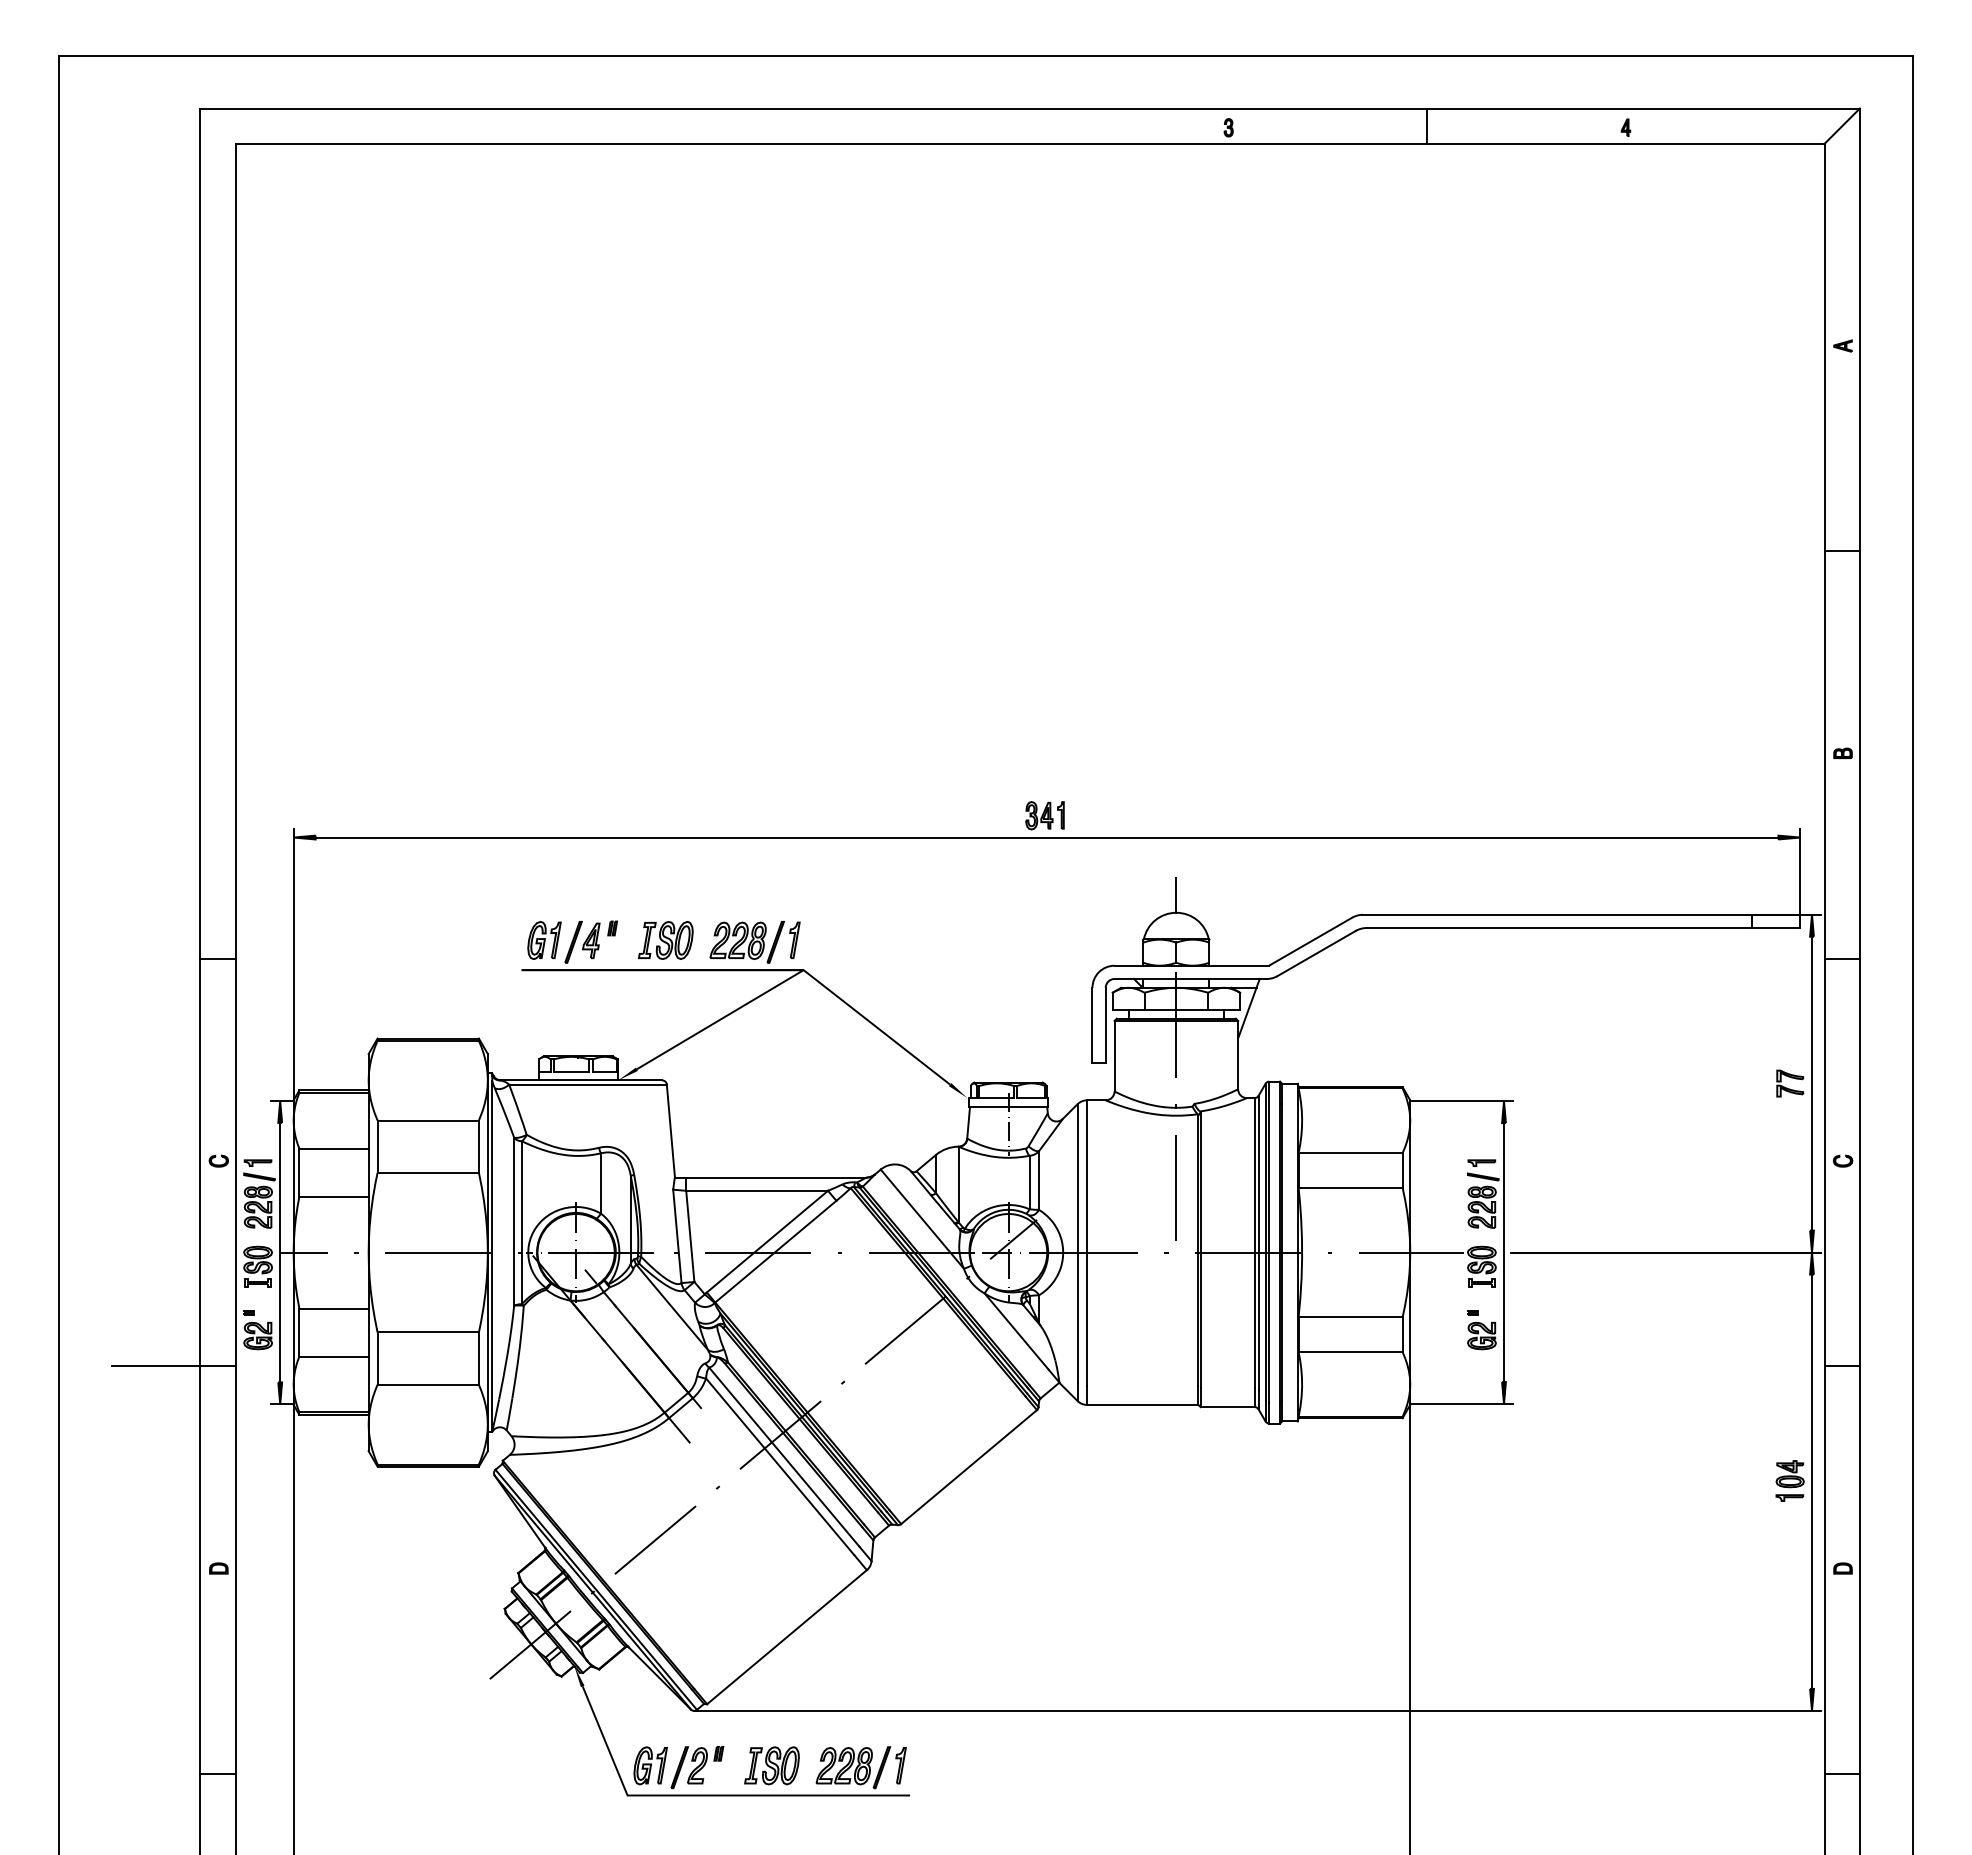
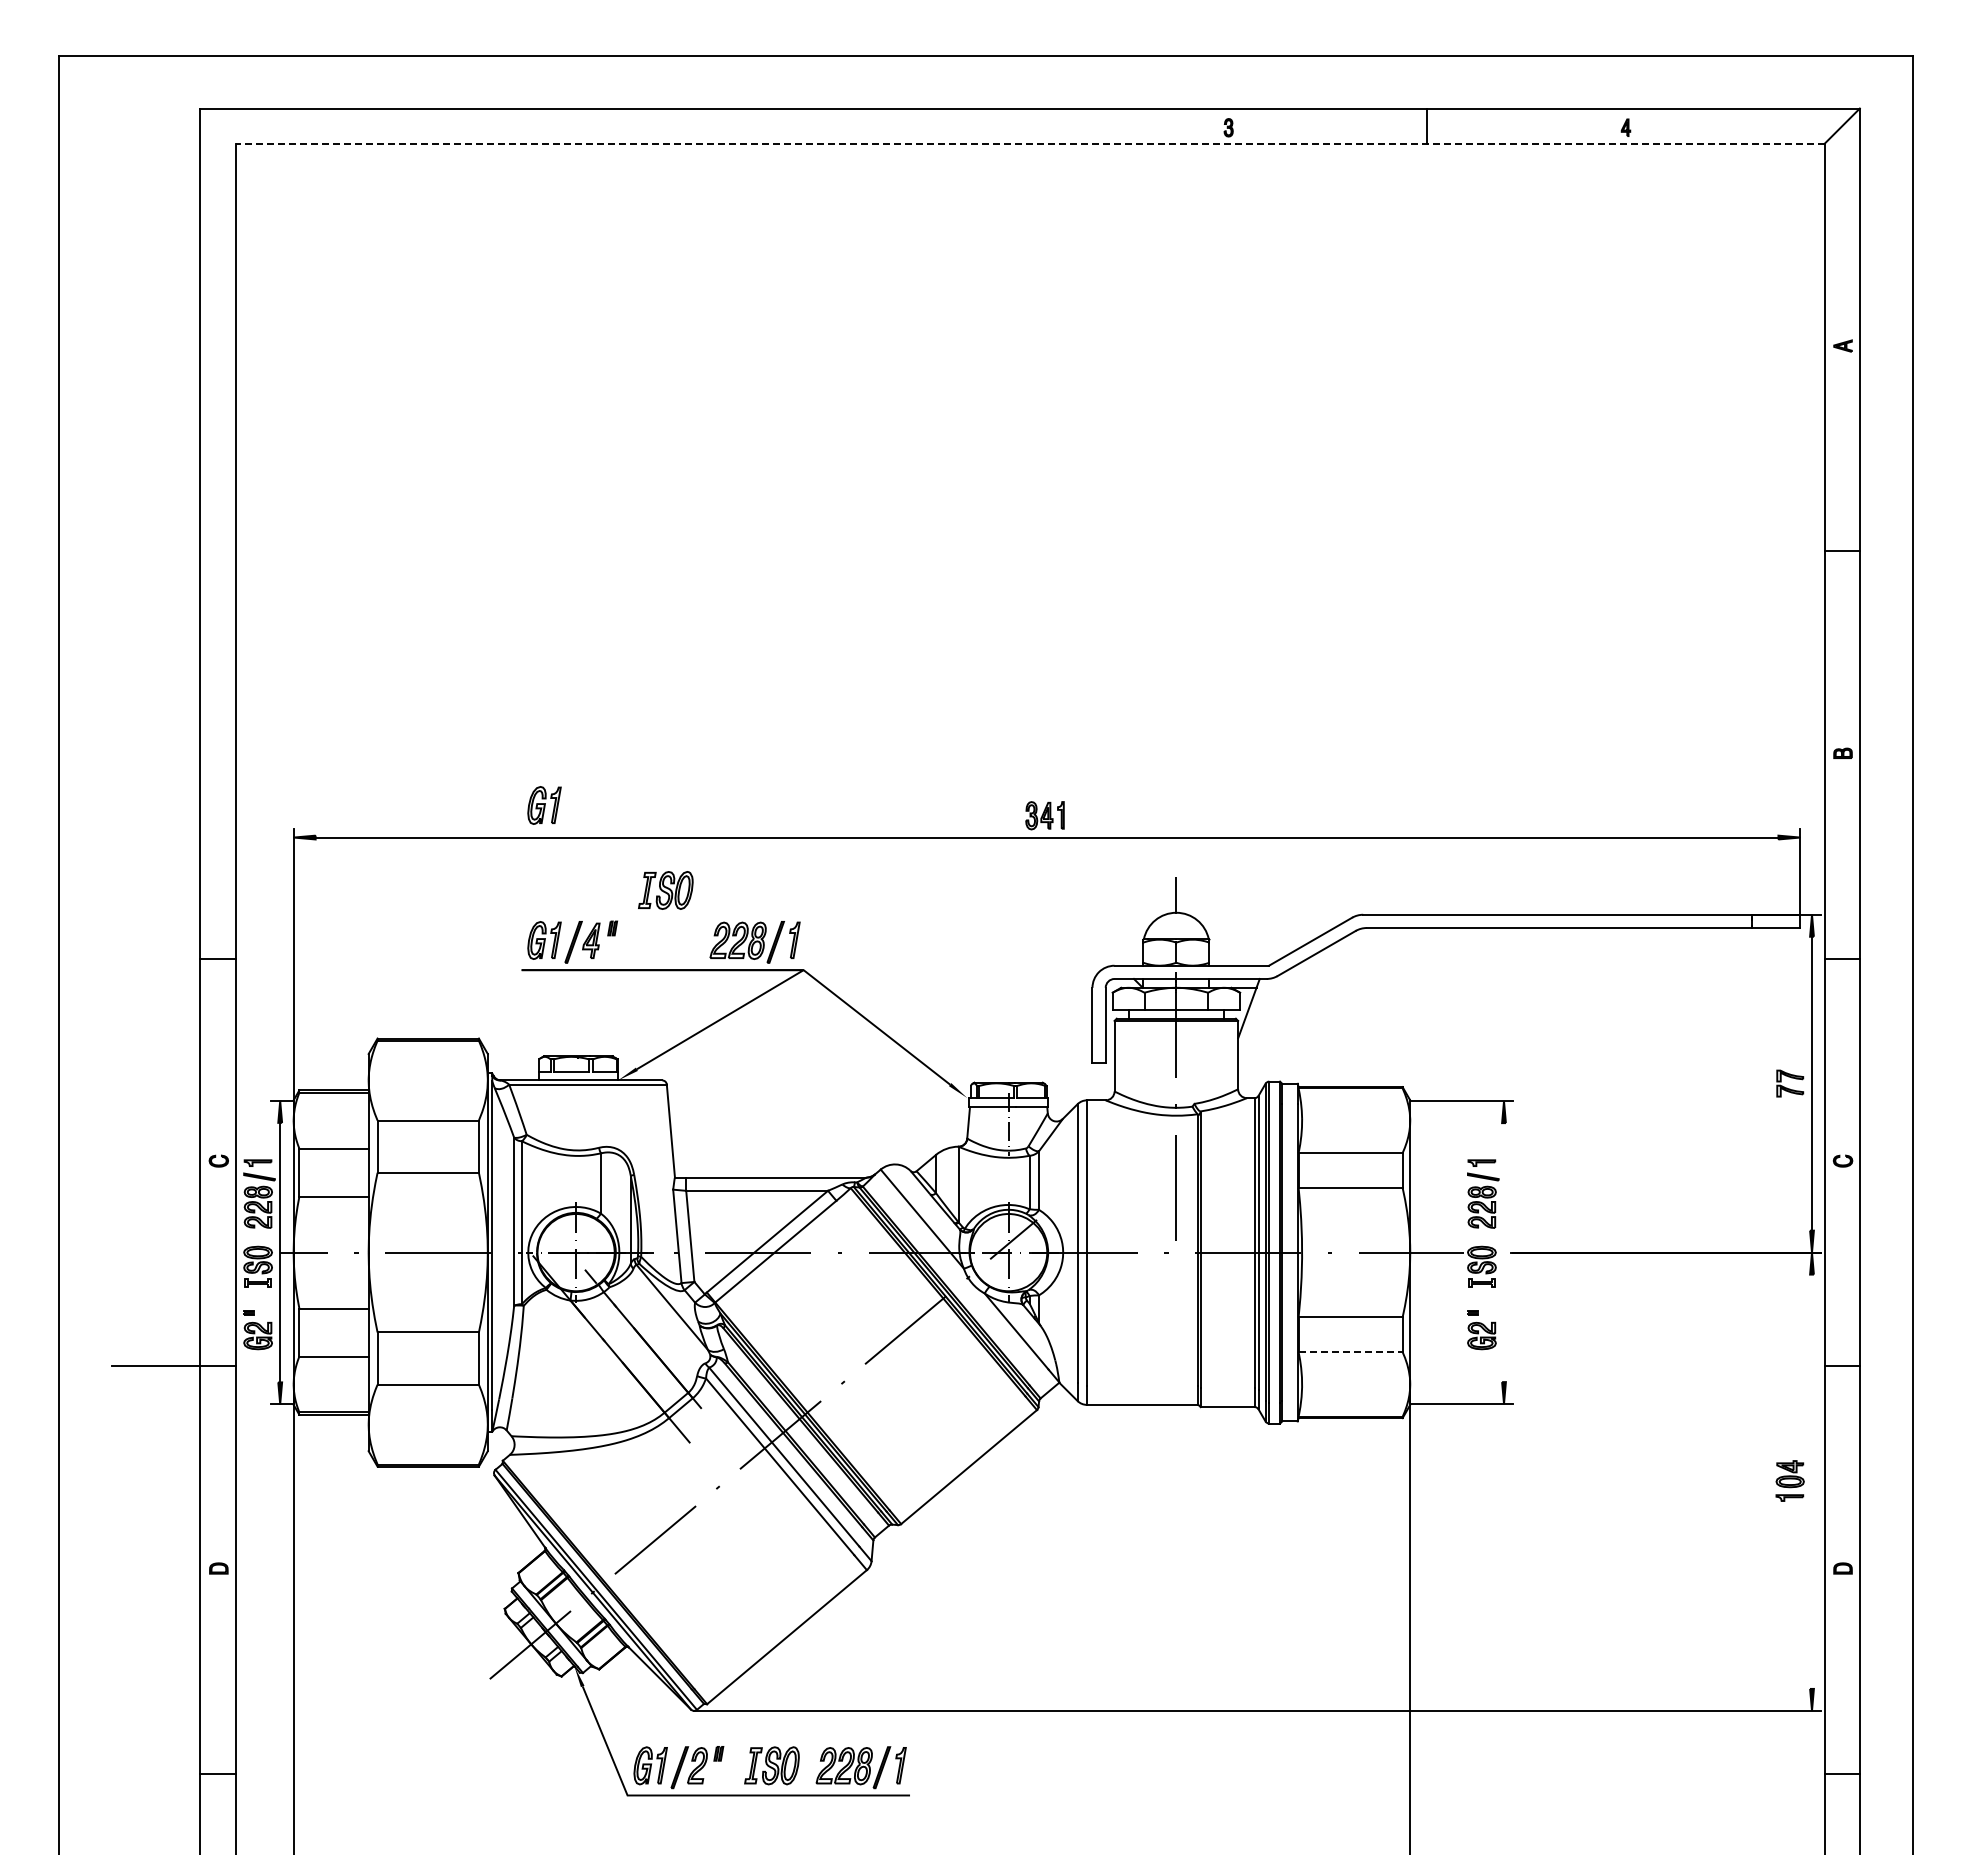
line at (1029, 143): solid -> dashed
part at (544, 805): none -> present
part at (665, 940) position: (665, 940) -> (665, 890)
line at (1504, 1252): present -> none
line at (1351, 1352): solid -> dashed
line at (1812, 1481): present -> none
